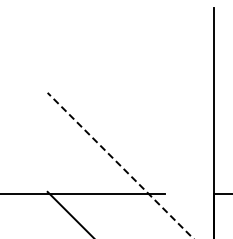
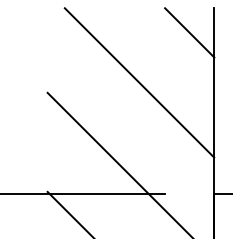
line at (189, 32): none -> present
line at (139, 82): none -> present
line at (120, 165): dashed -> solid
